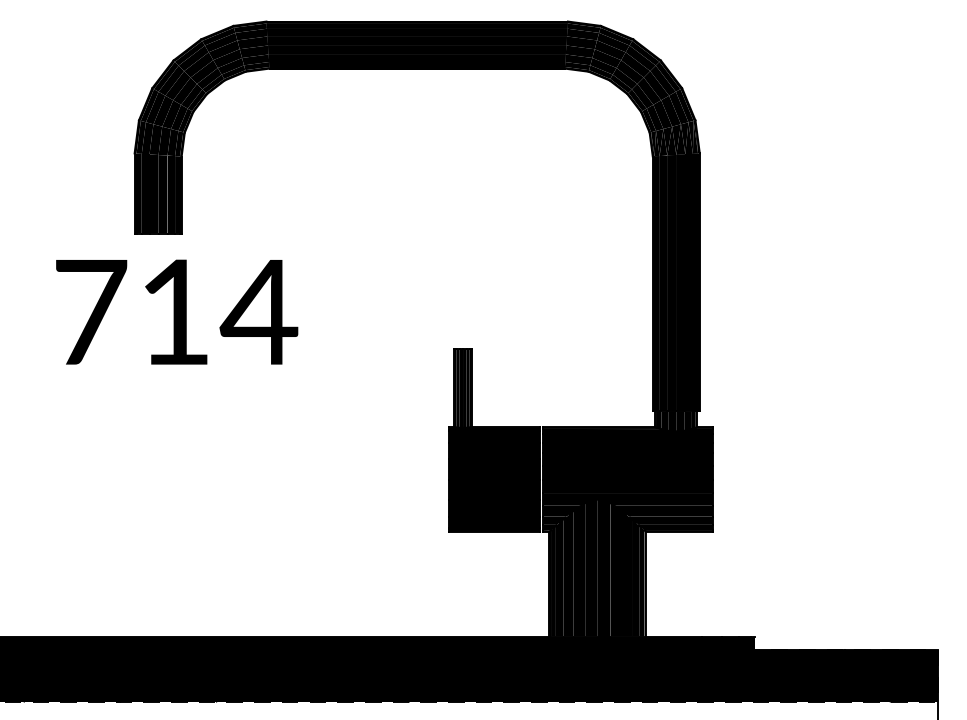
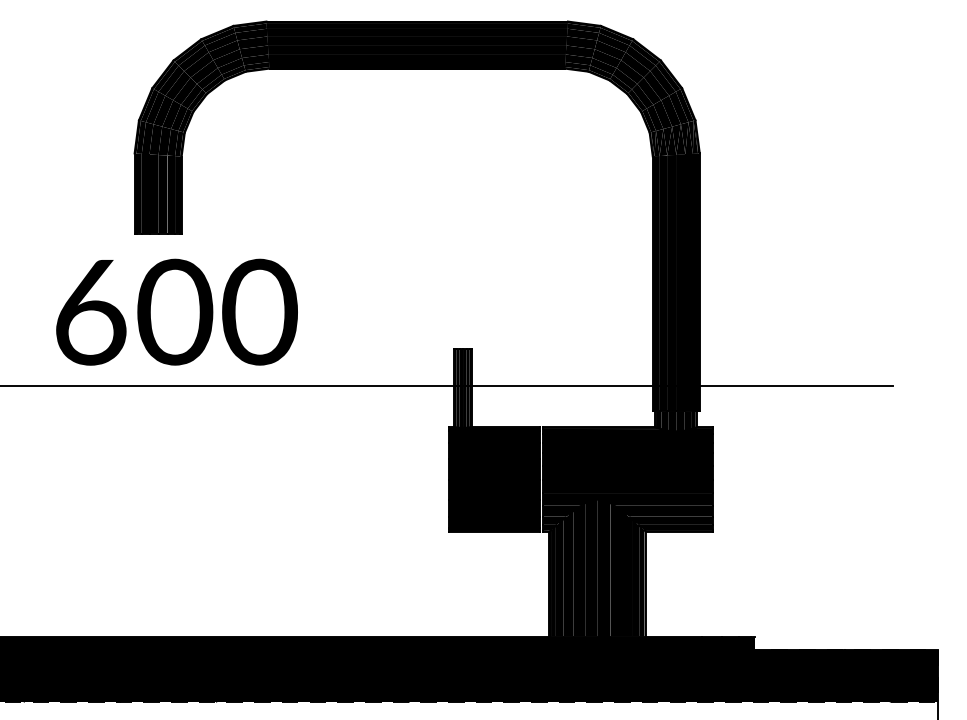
text at (177, 311): 714 -> 600
line at (447, 385): none -> present
